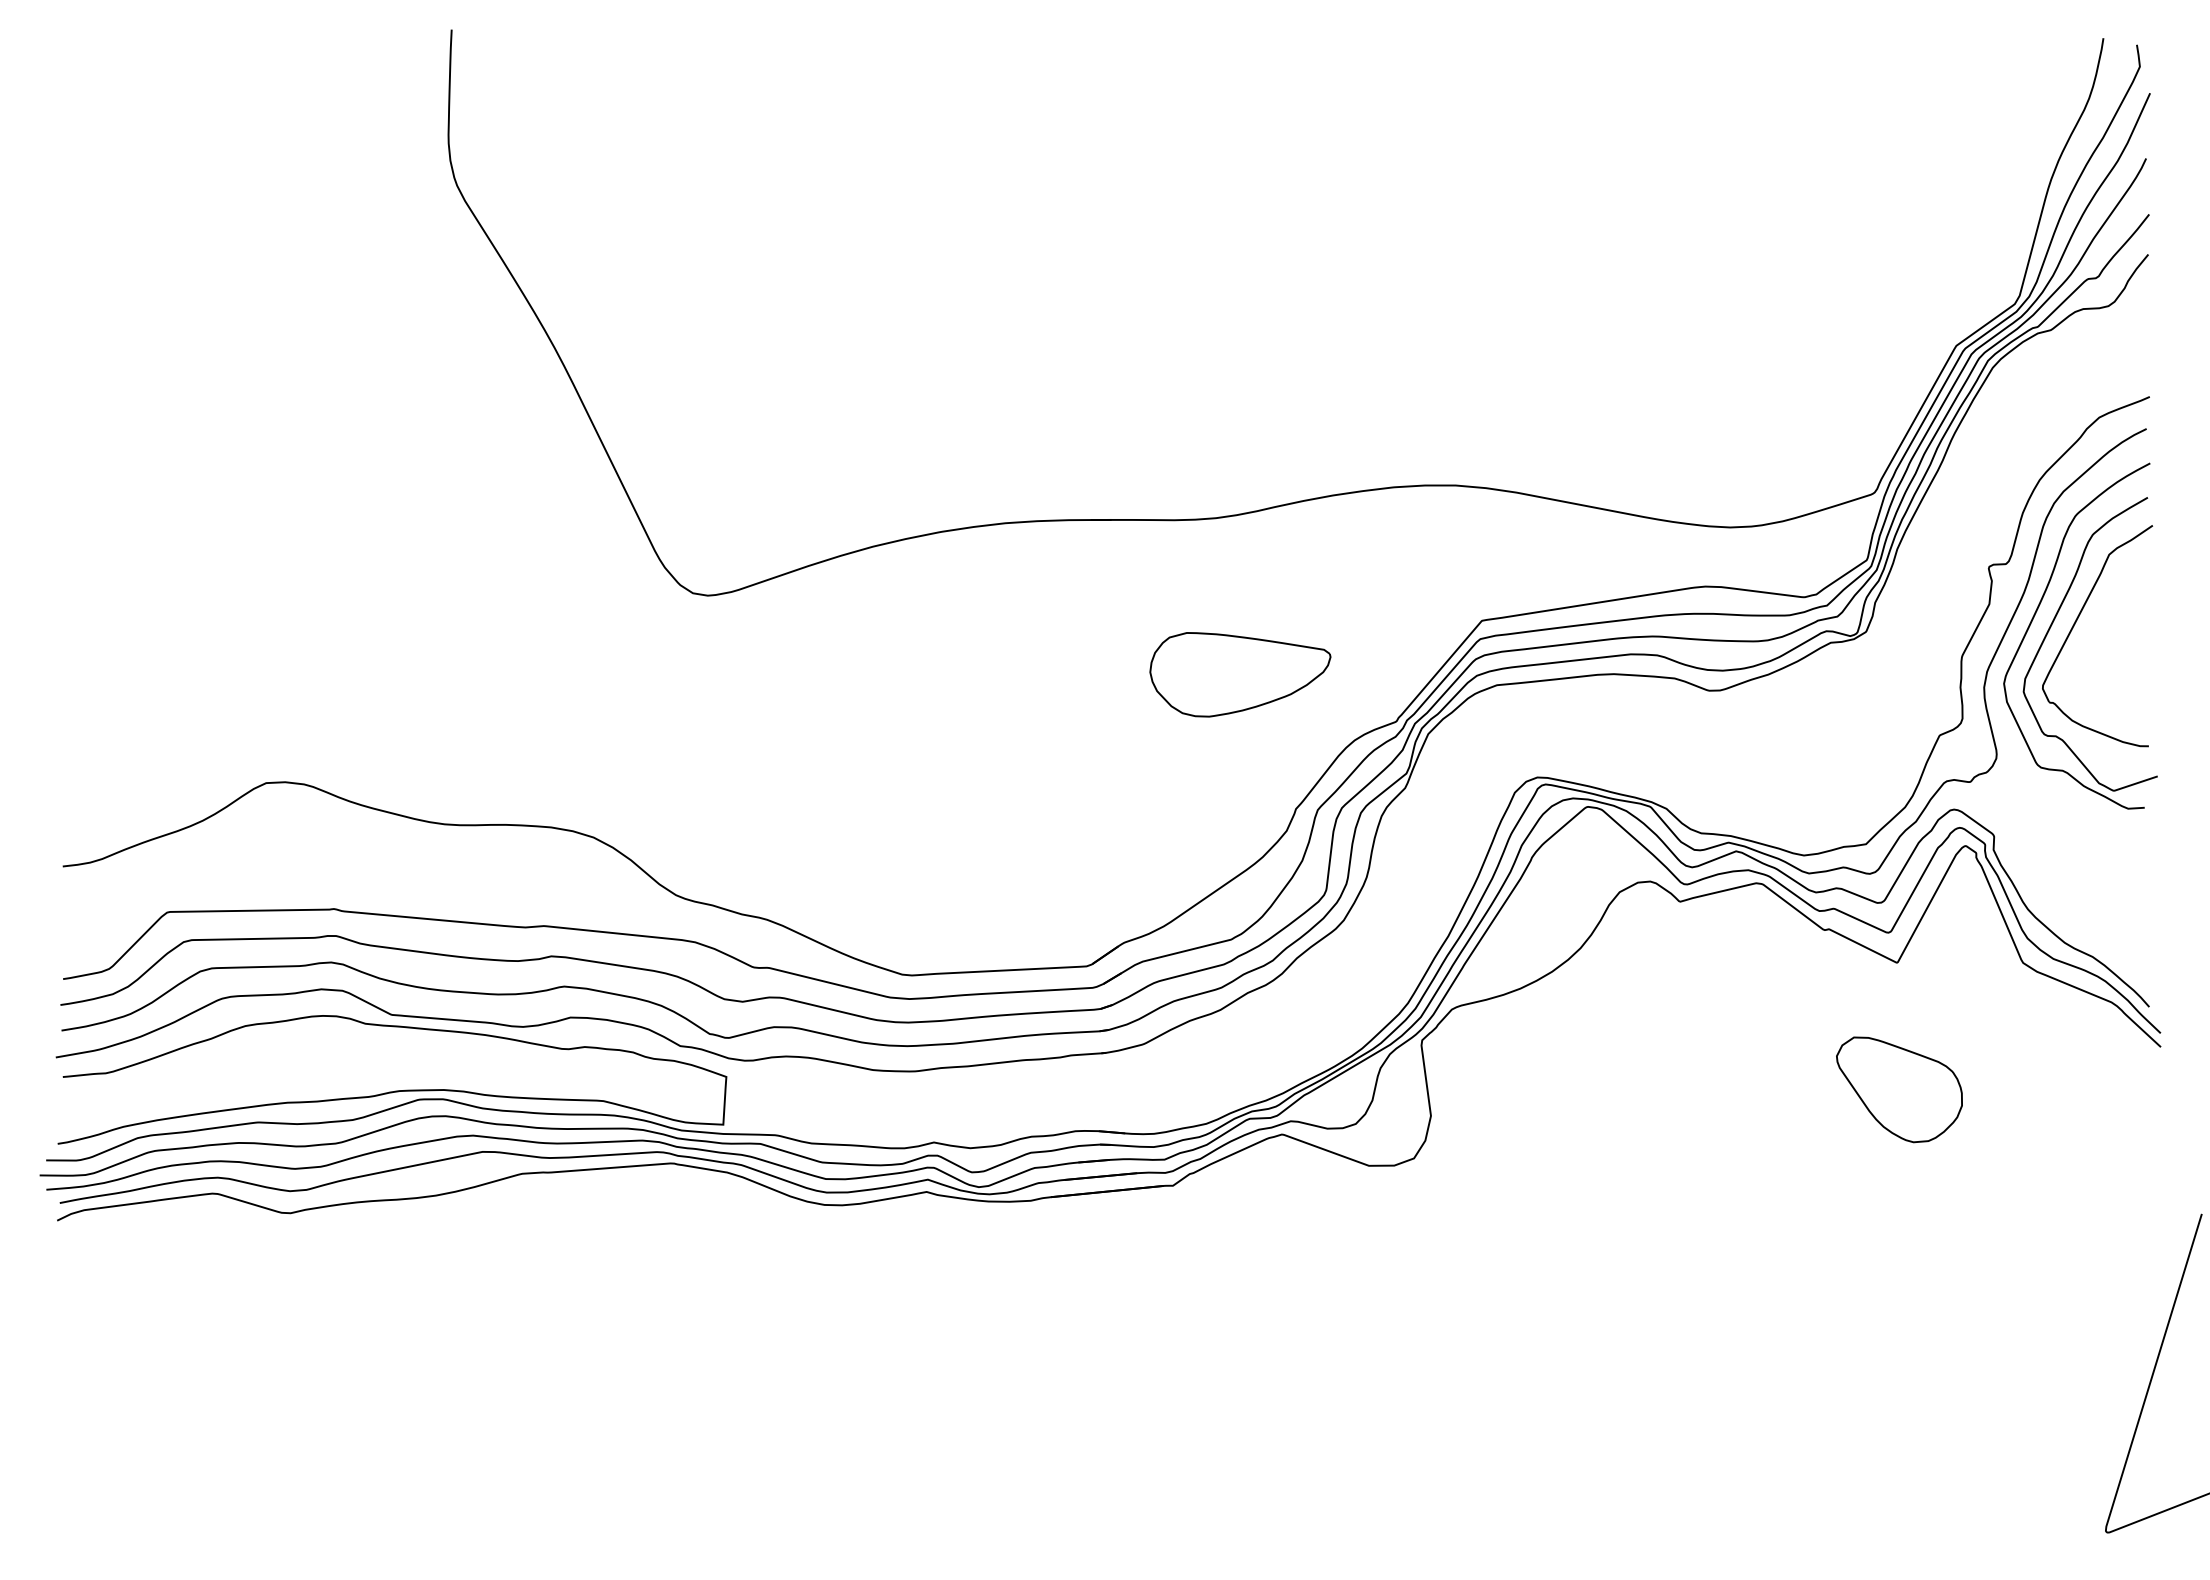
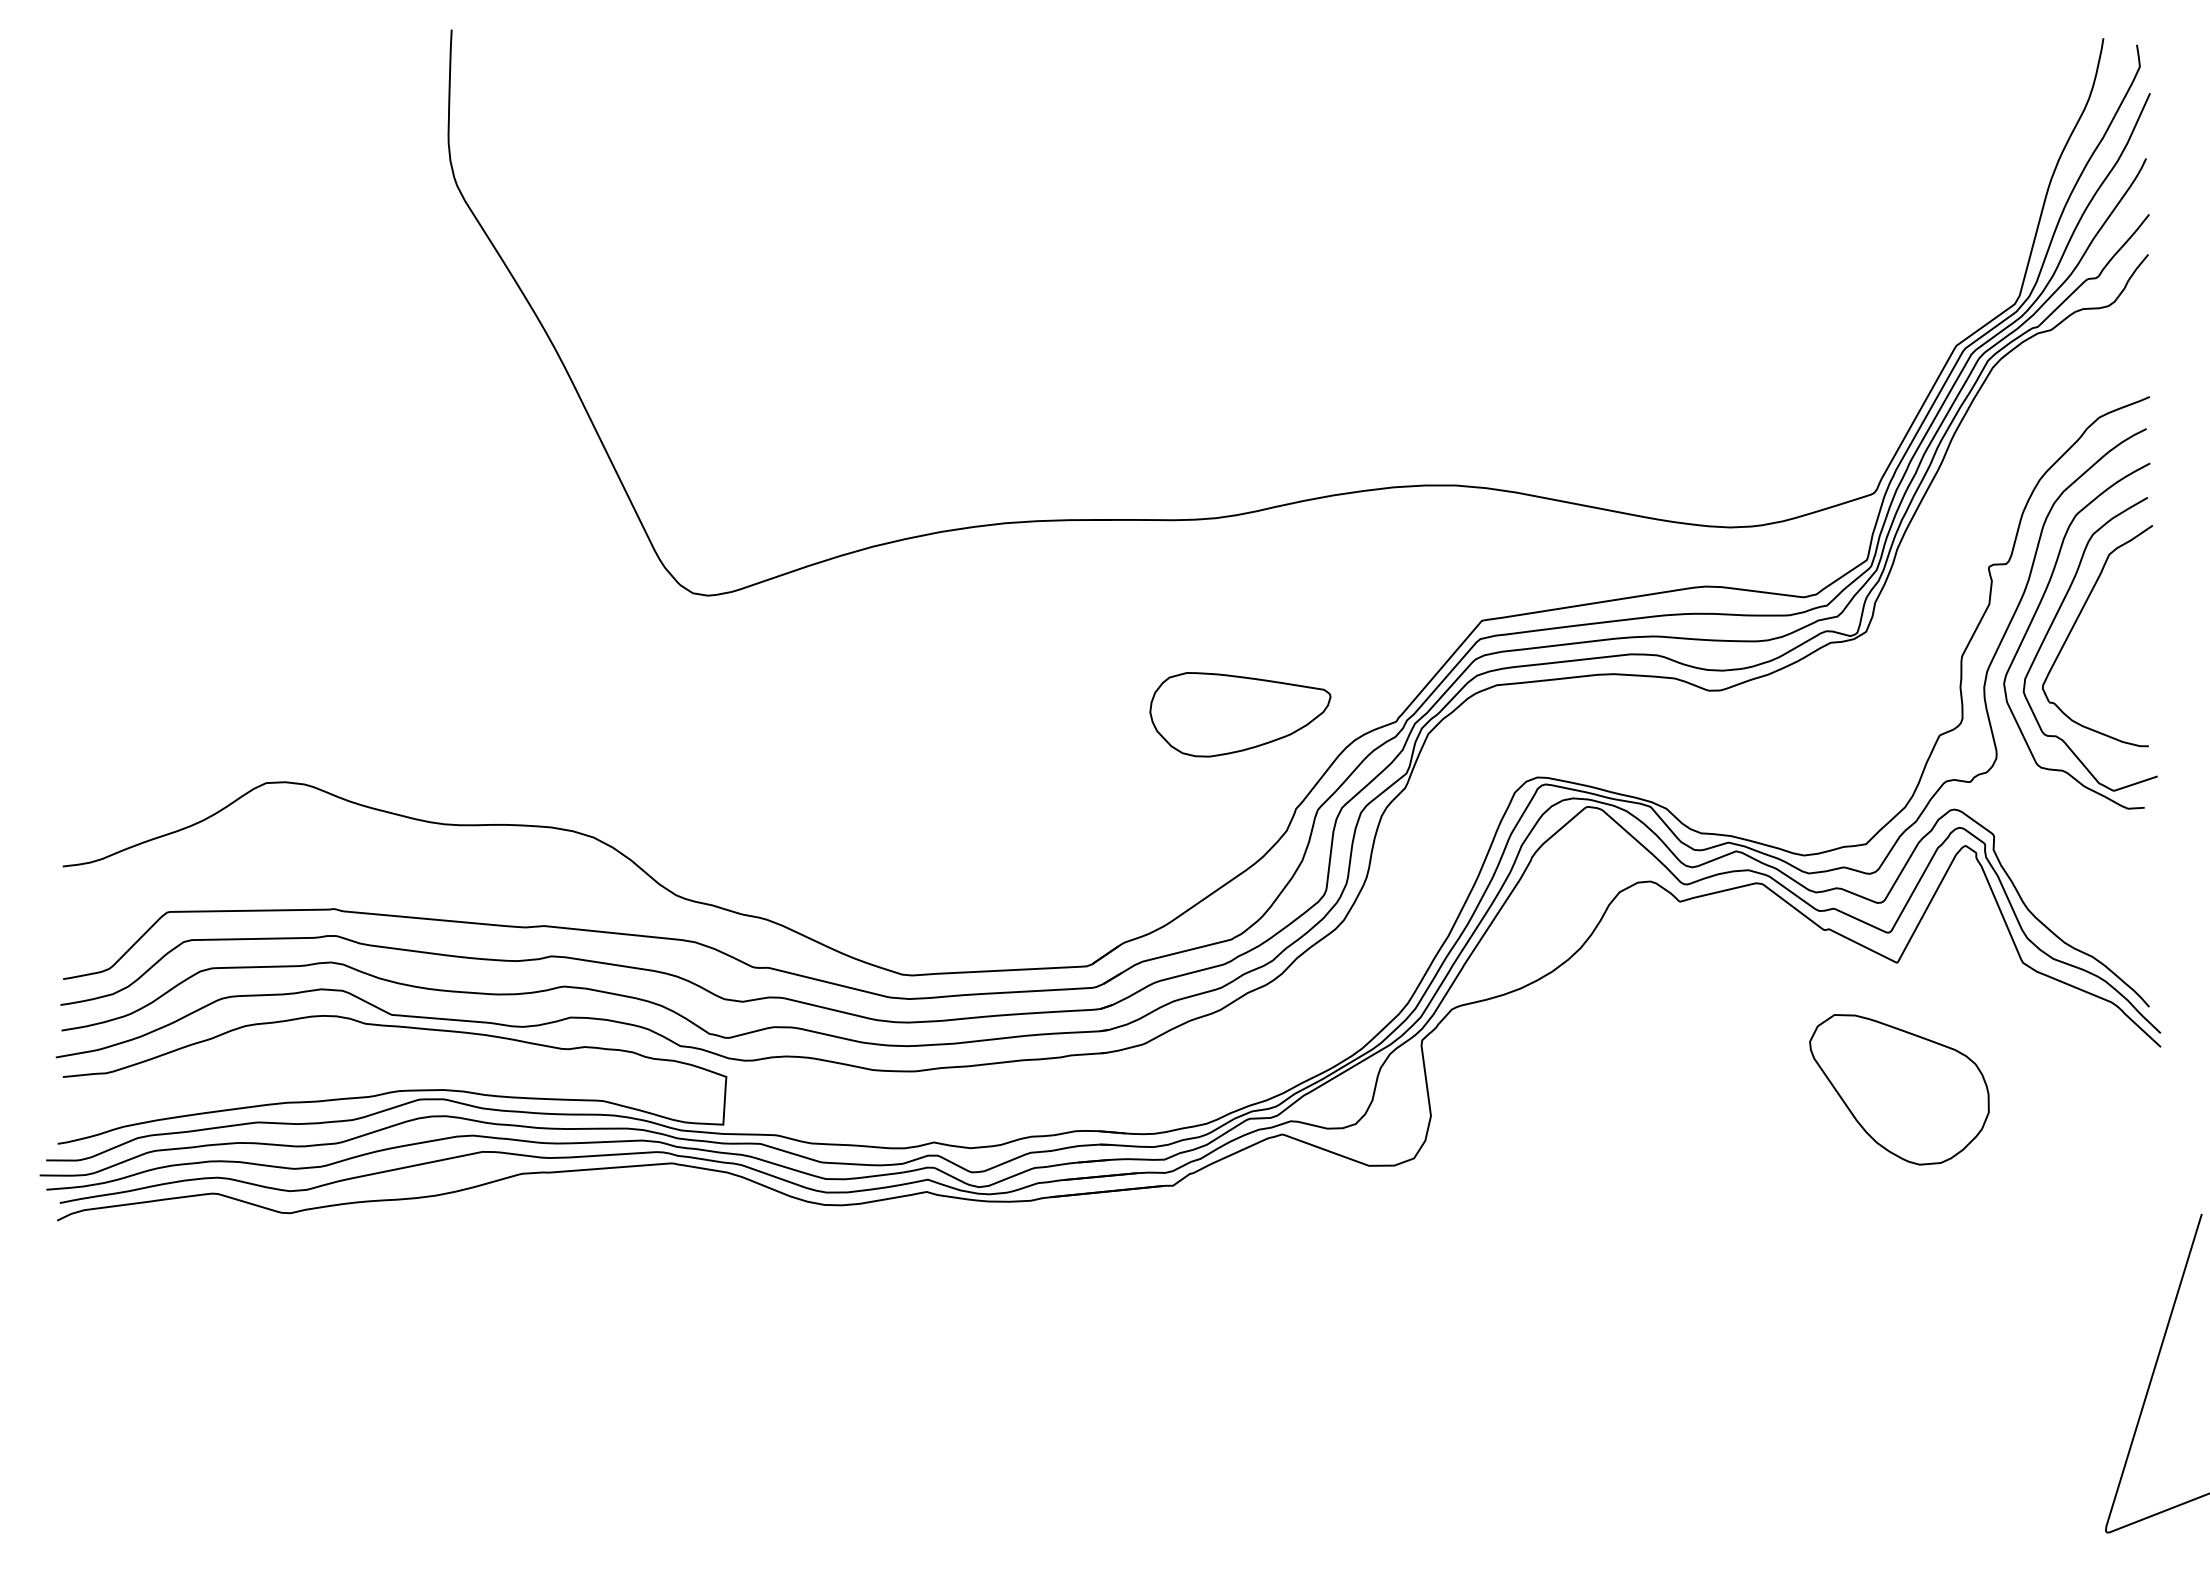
part at (1240, 674) position: (1240, 674) -> (1240, 714)
part at (1899, 1089) size: 127x108 px -> 181x152 px
